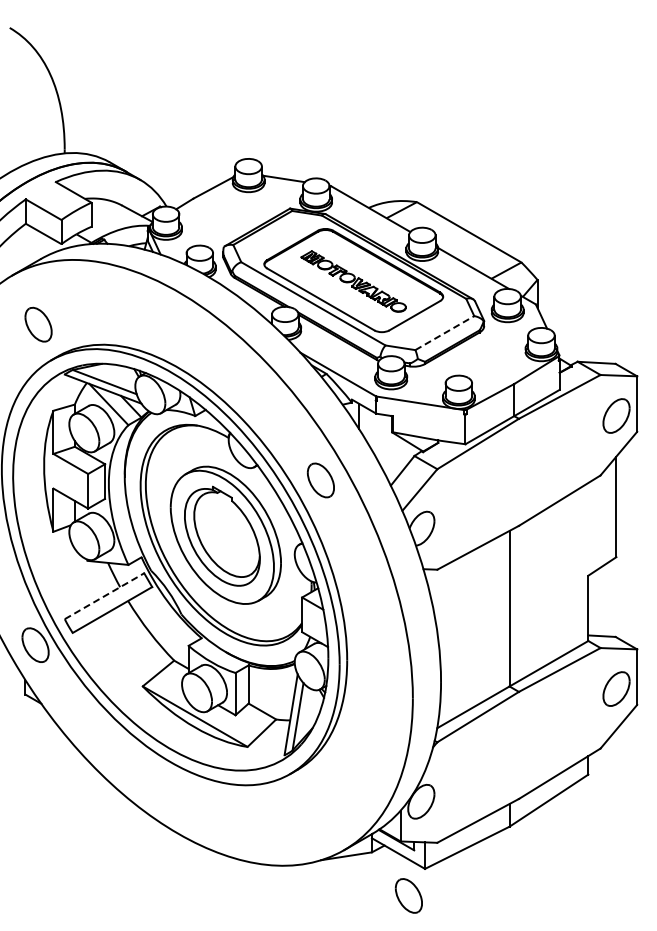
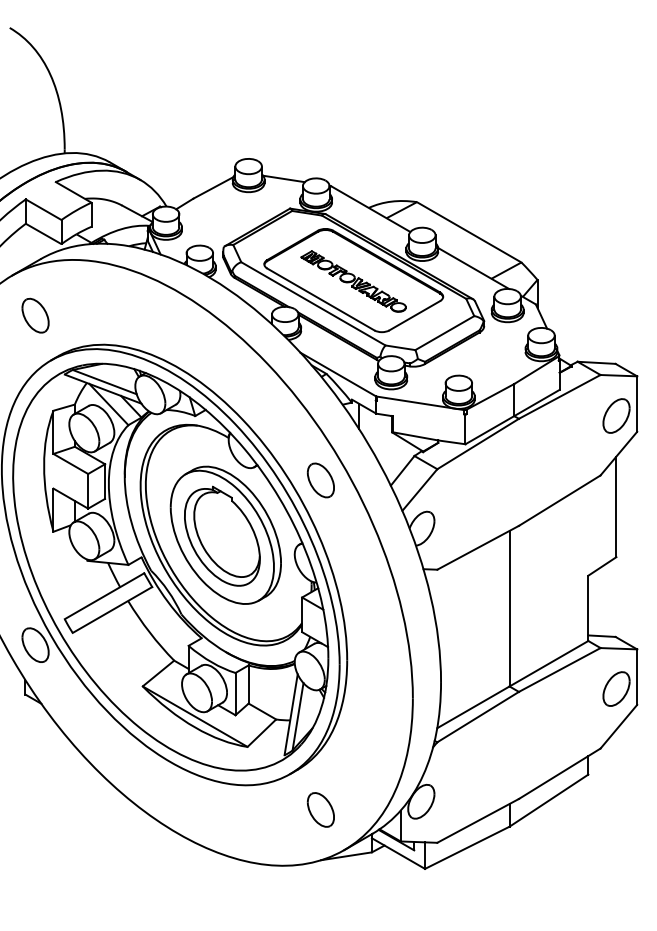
part at (38, 324) position: (38, 324) -> (35, 315)
line at (445, 332): dashed -> solid
line at (104, 596): dashed -> solid
part at (408, 895) position: (408, 895) -> (320, 809)
